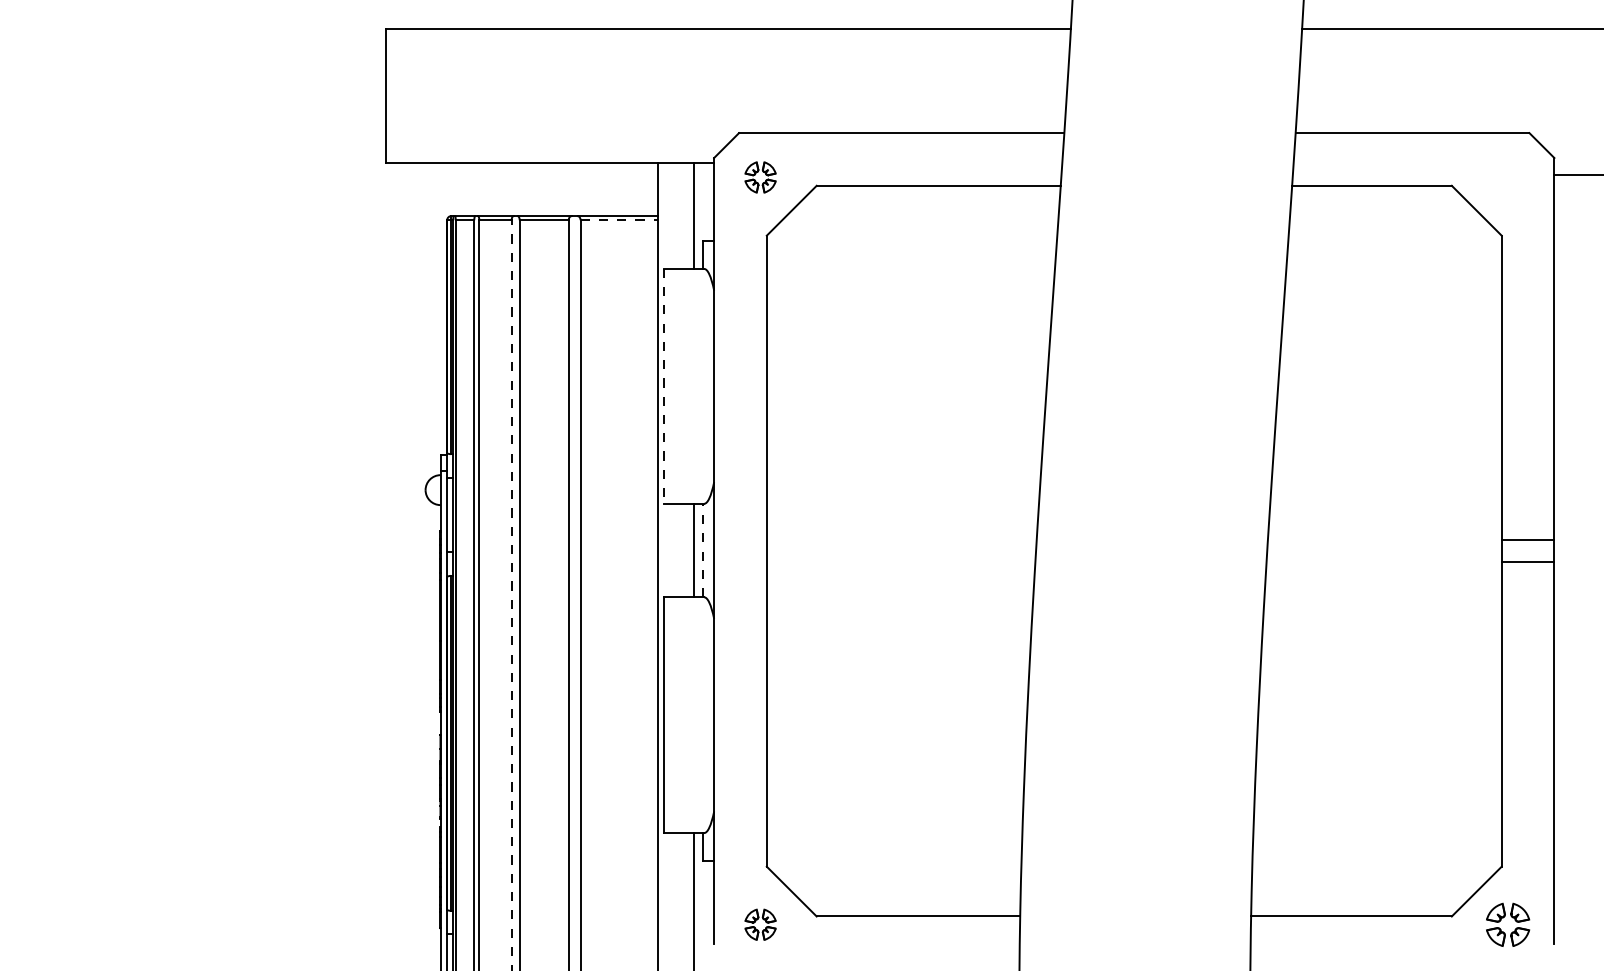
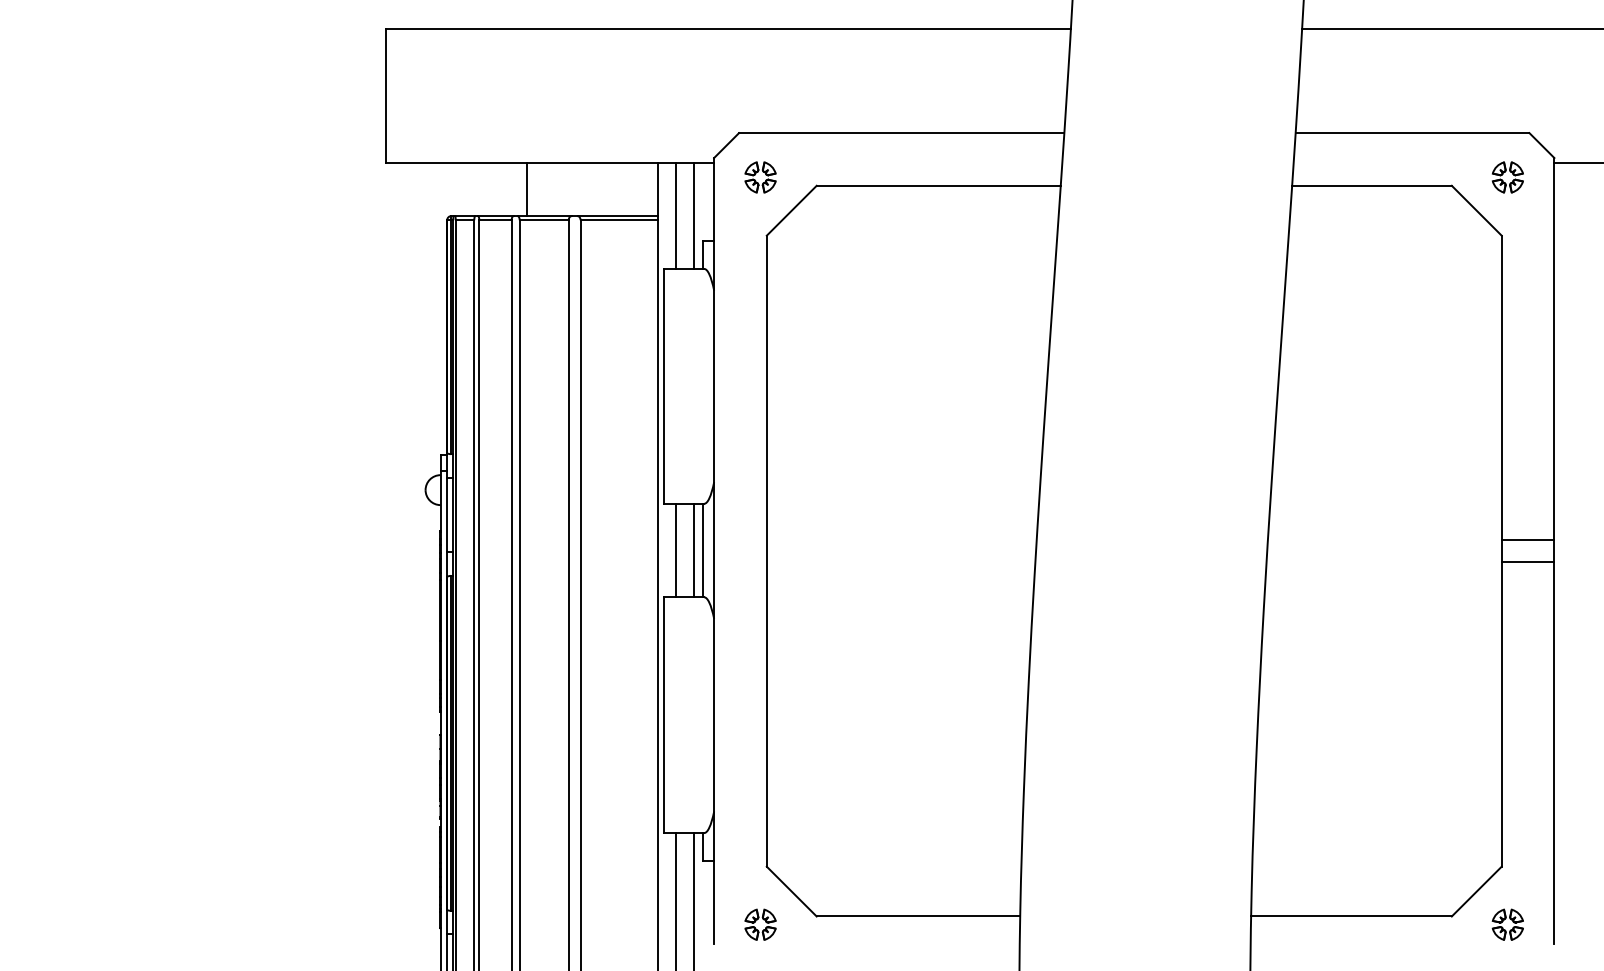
line at (1577, 175) position: (1577, 175) -> (1577, 163)
part at (1507, 177): none -> present
line at (526, 189): none -> present
line at (676, 215): none -> present
line at (619, 220): dashed -> solid
line at (664, 386): dashed -> solid
line at (676, 550): none -> present
line at (703, 550): dashed -> solid
line at (511, 594): dashed -> solid
line at (676, 900): none -> present
part at (1508, 924) size: 45x45 px -> 33x33 px
